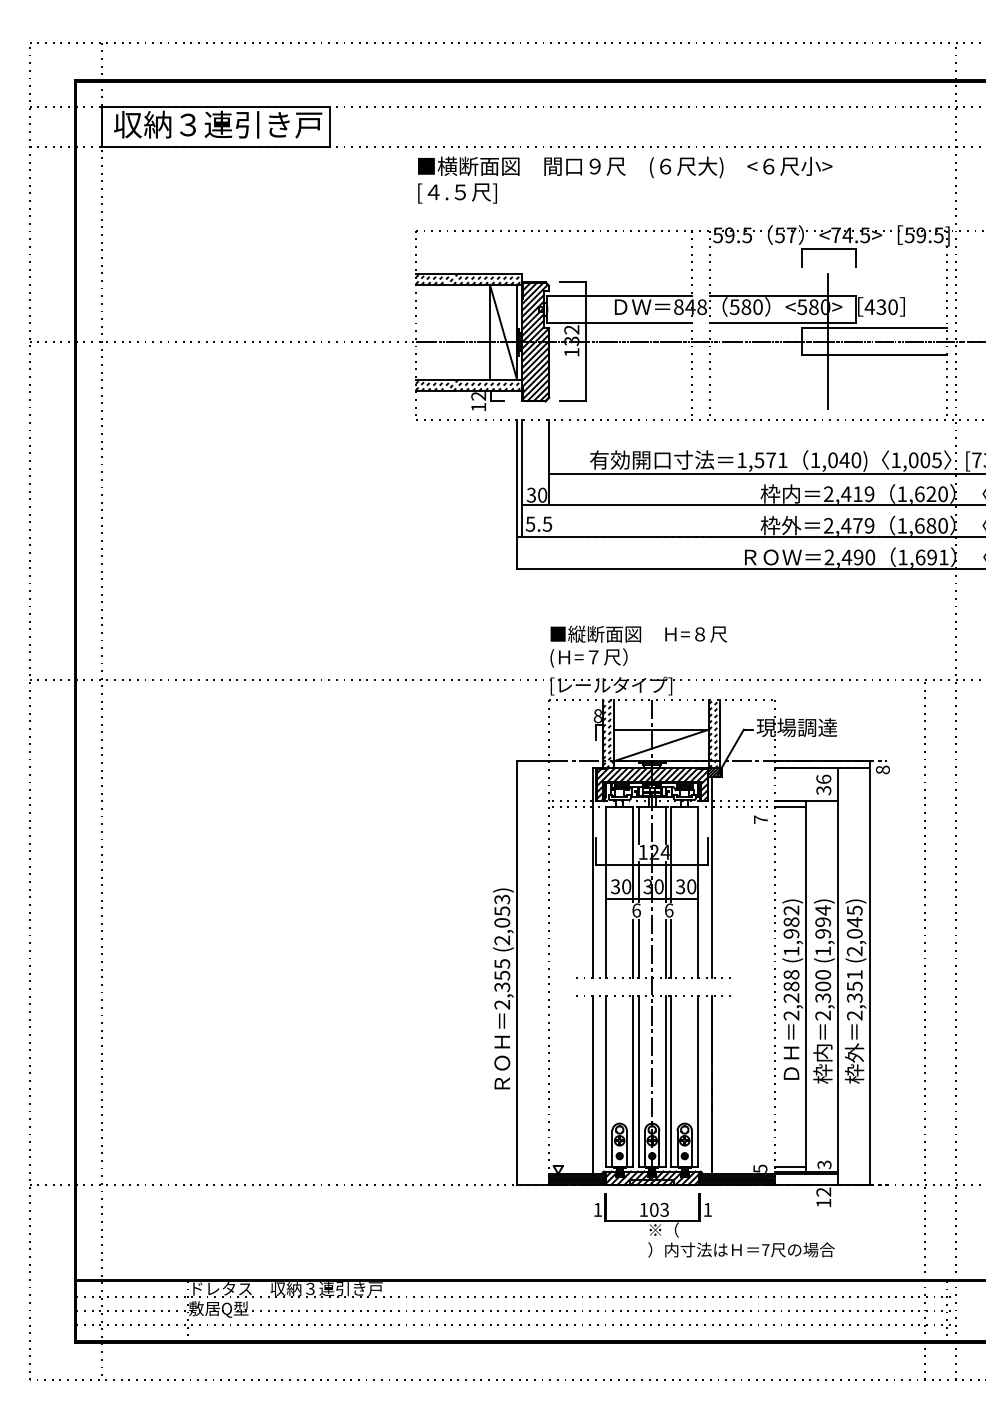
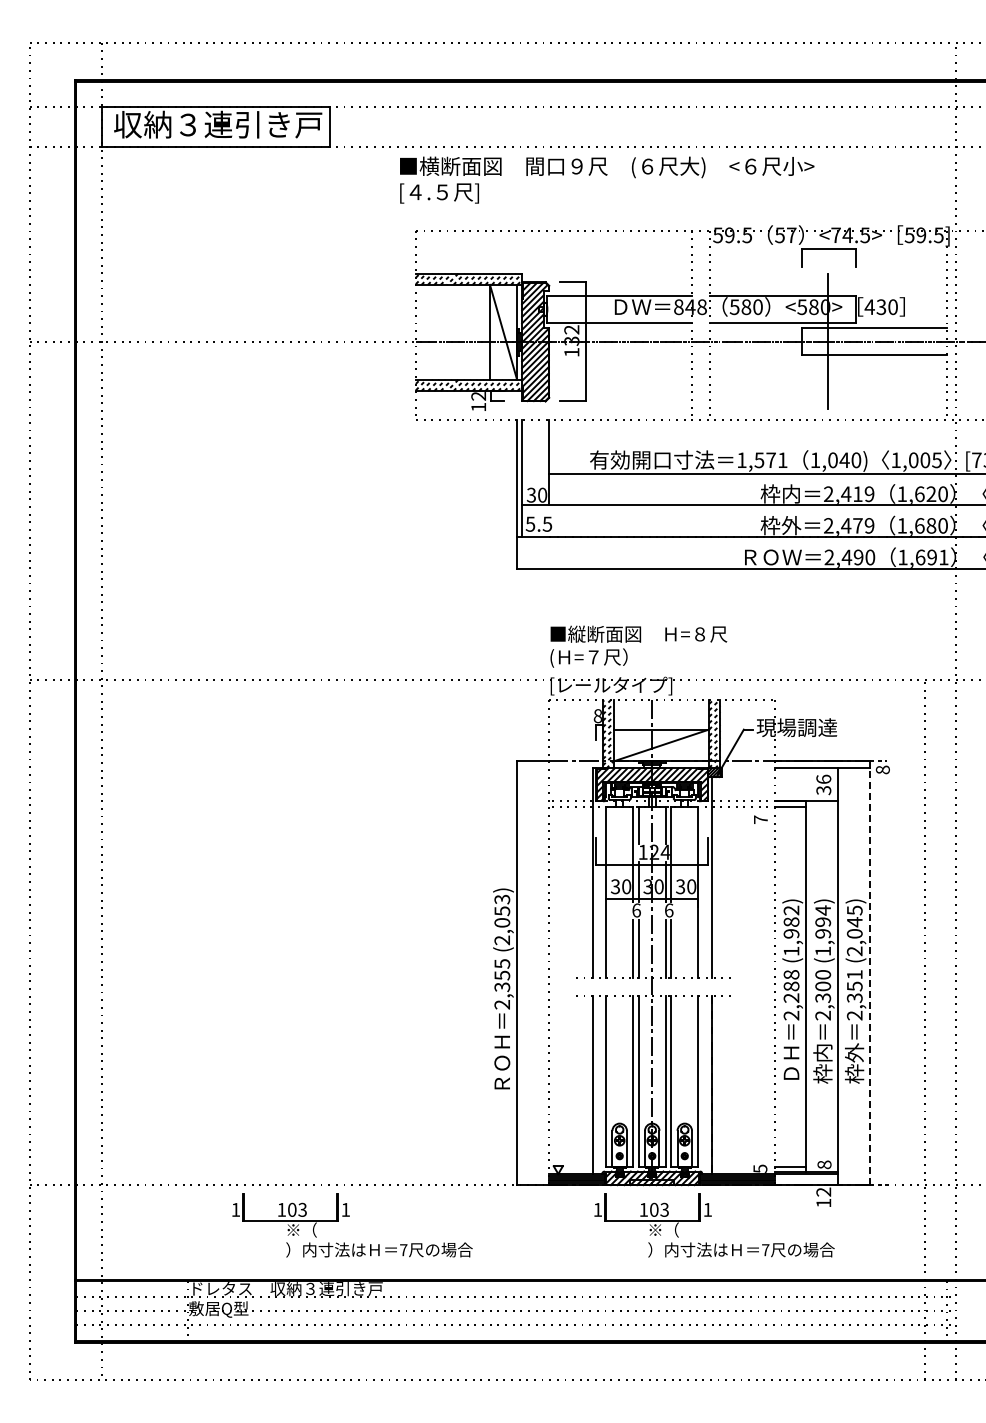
text at (625, 179) position: (625, 179) -> (607, 179)
line at (869, 976): solid -> dashed
text at (824, 1164): 3 -> 8
part at (349, 1216): none -> present
